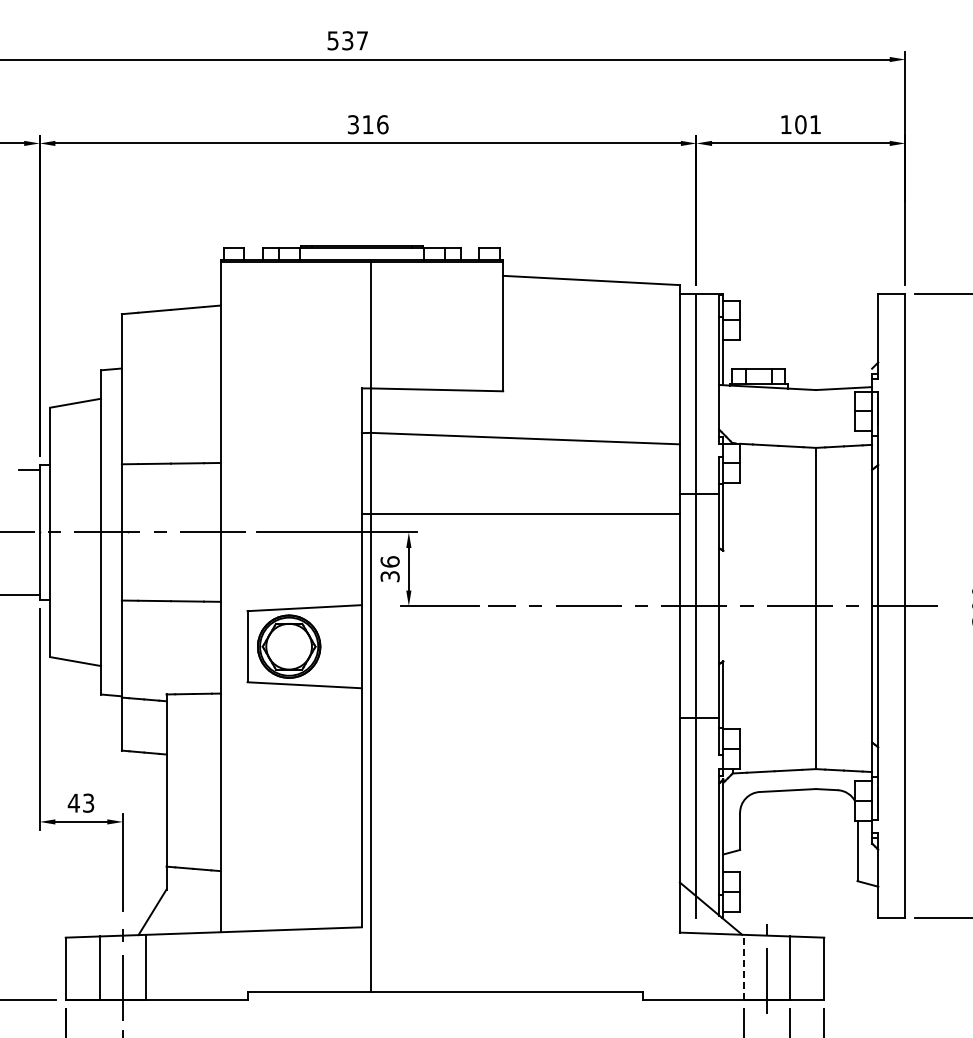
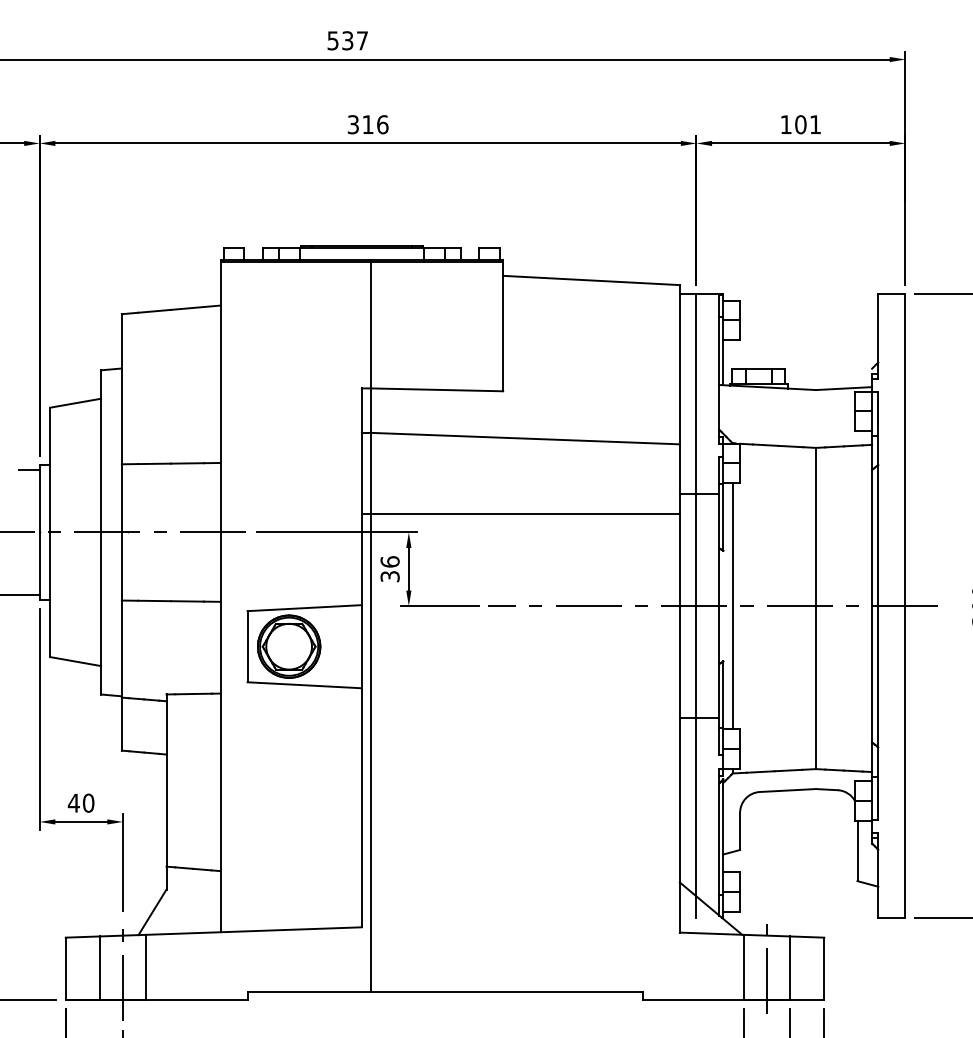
line at (732, 605): none -> present
text at (88, 802): 43 -> 40
line at (744, 967): dashed -> solid
